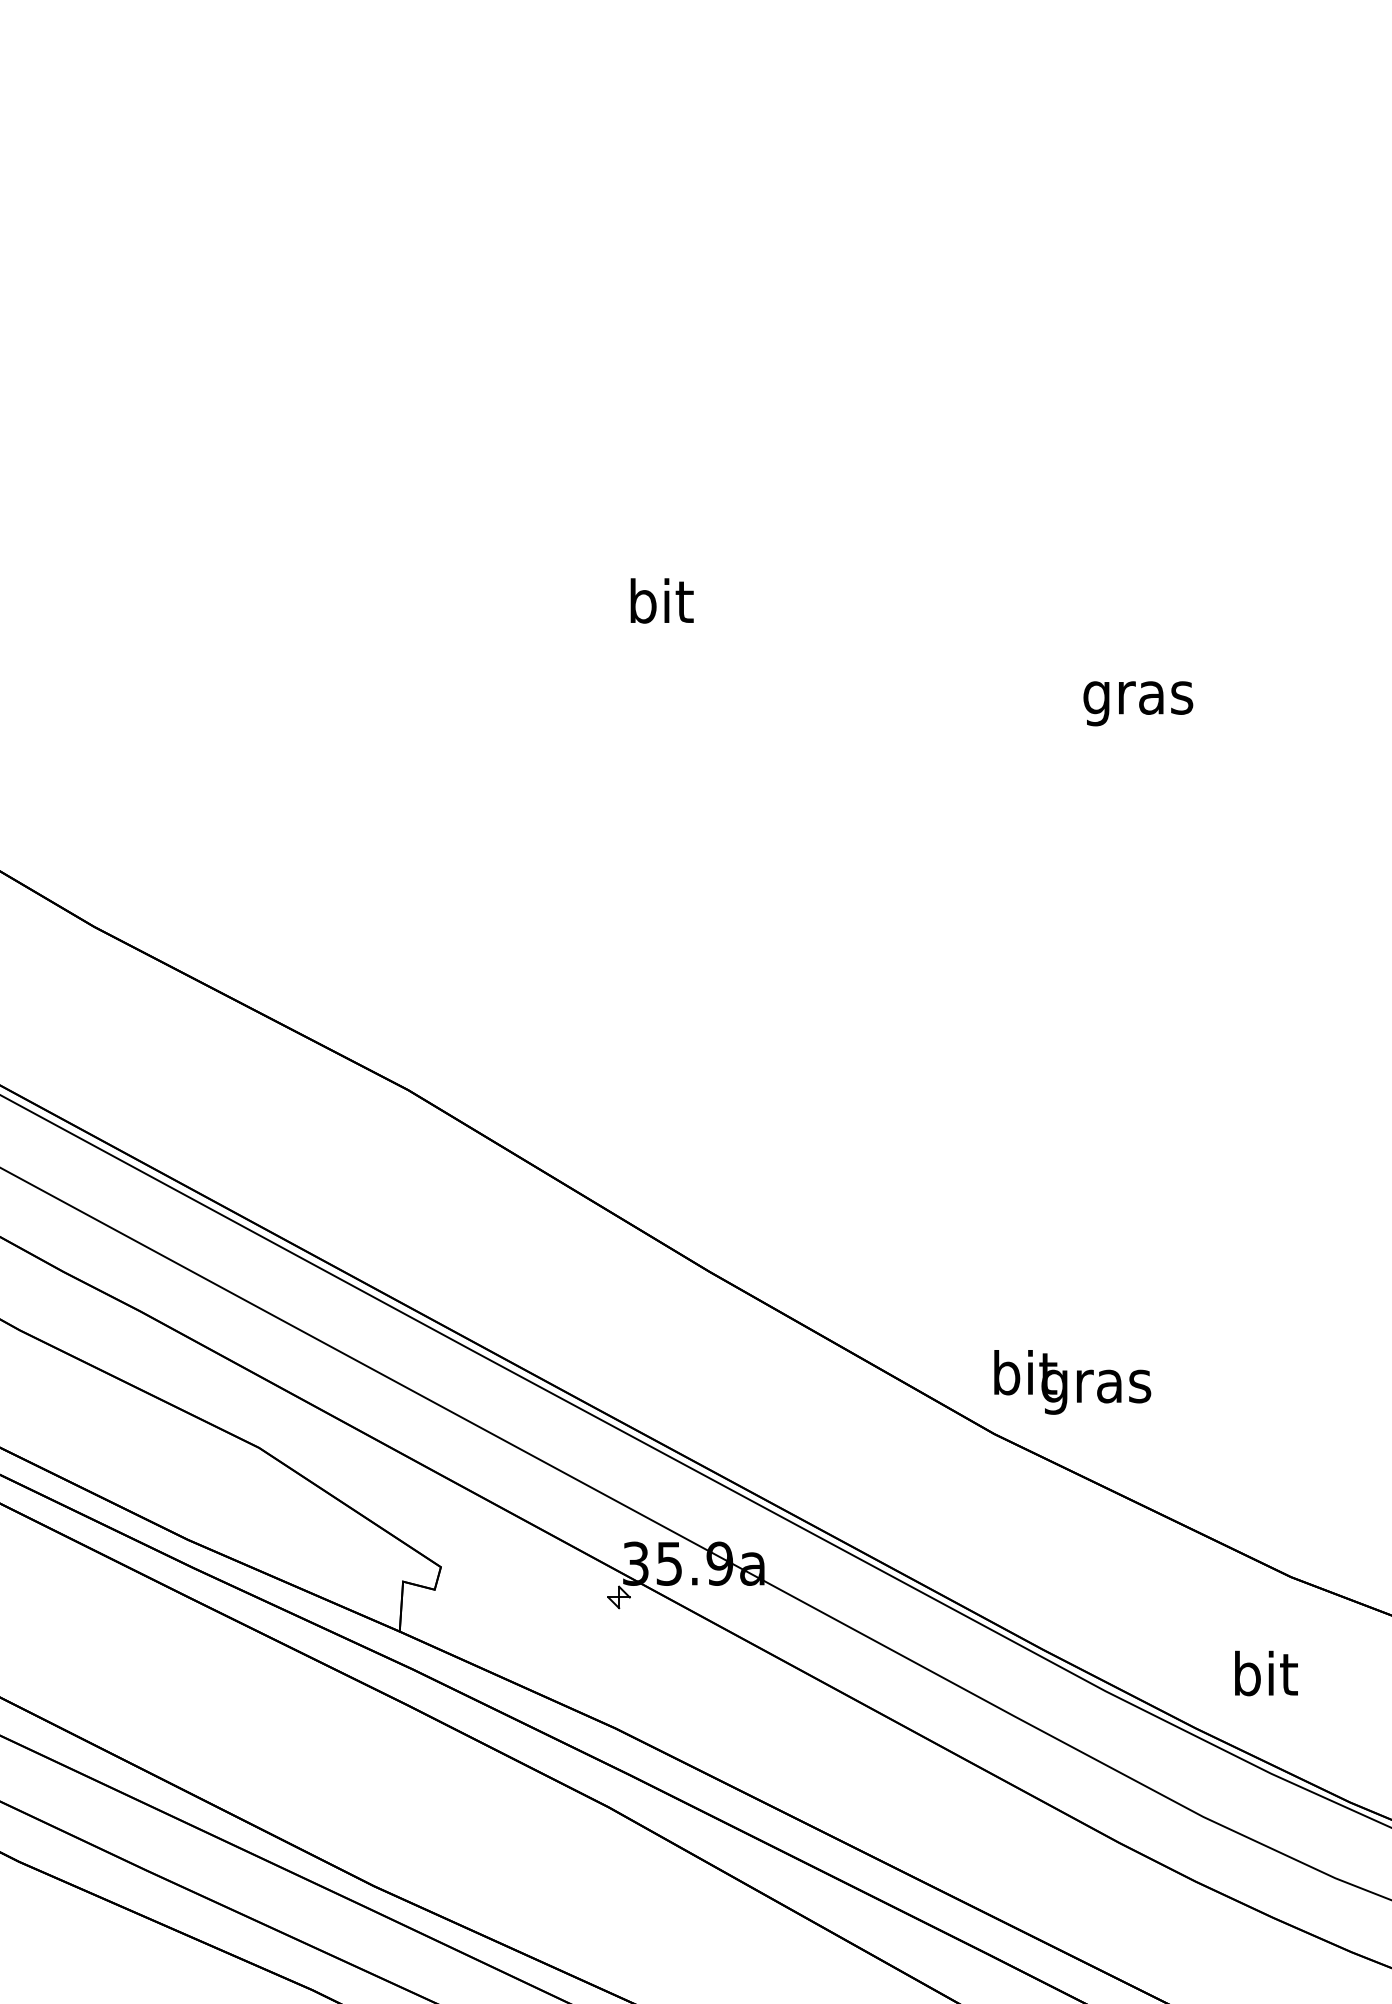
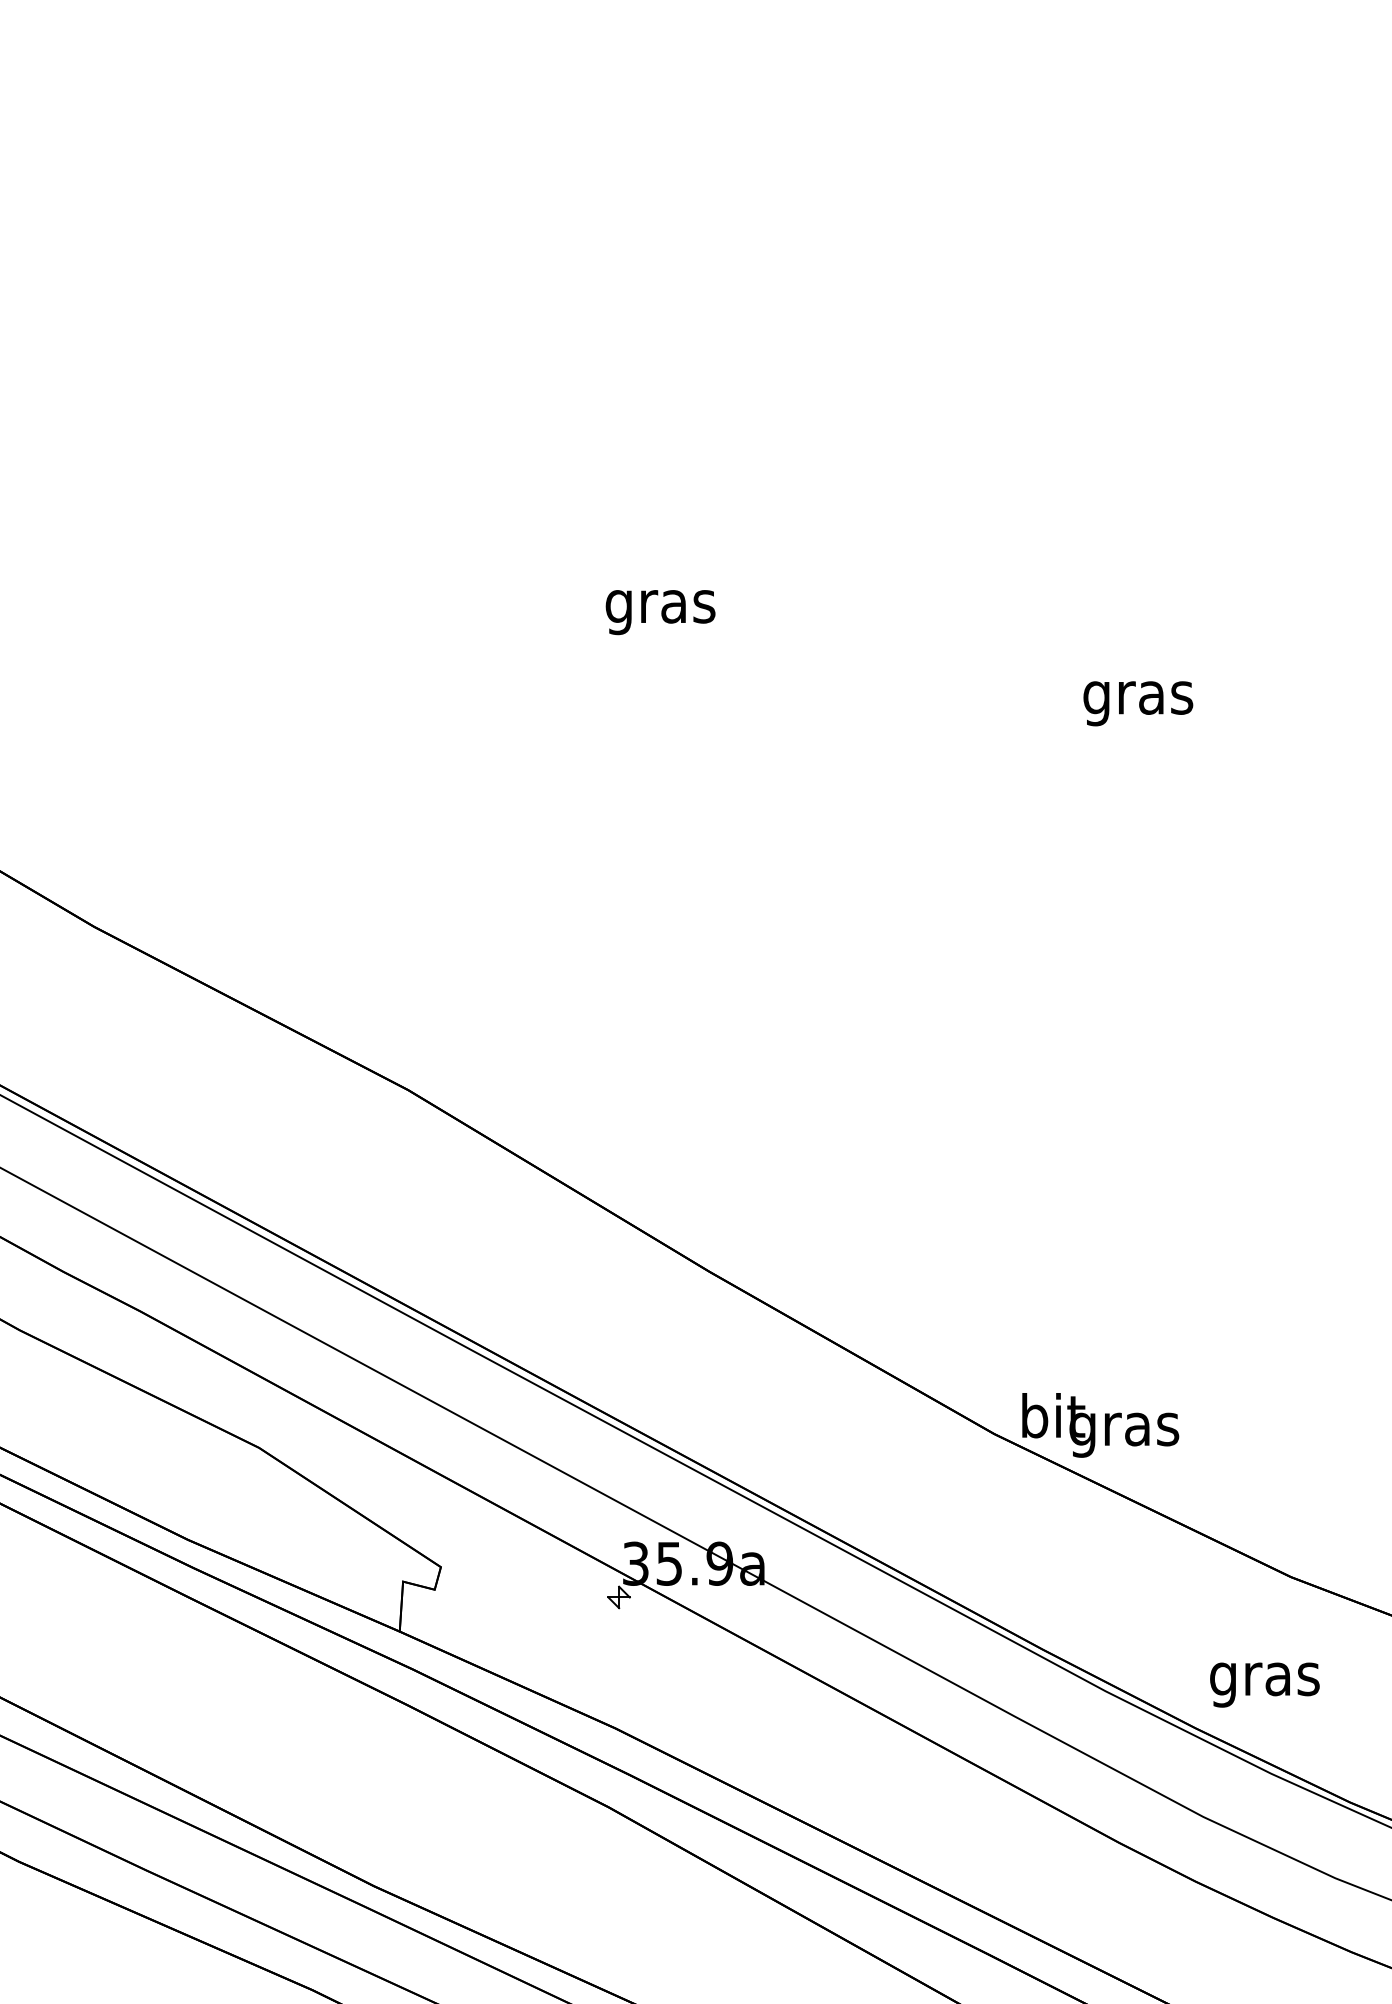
text at (660, 606): bit -> gras
text at (1072, 1382) position: (1072, 1382) -> (1100, 1425)
text at (1264, 1678): bit -> gras
